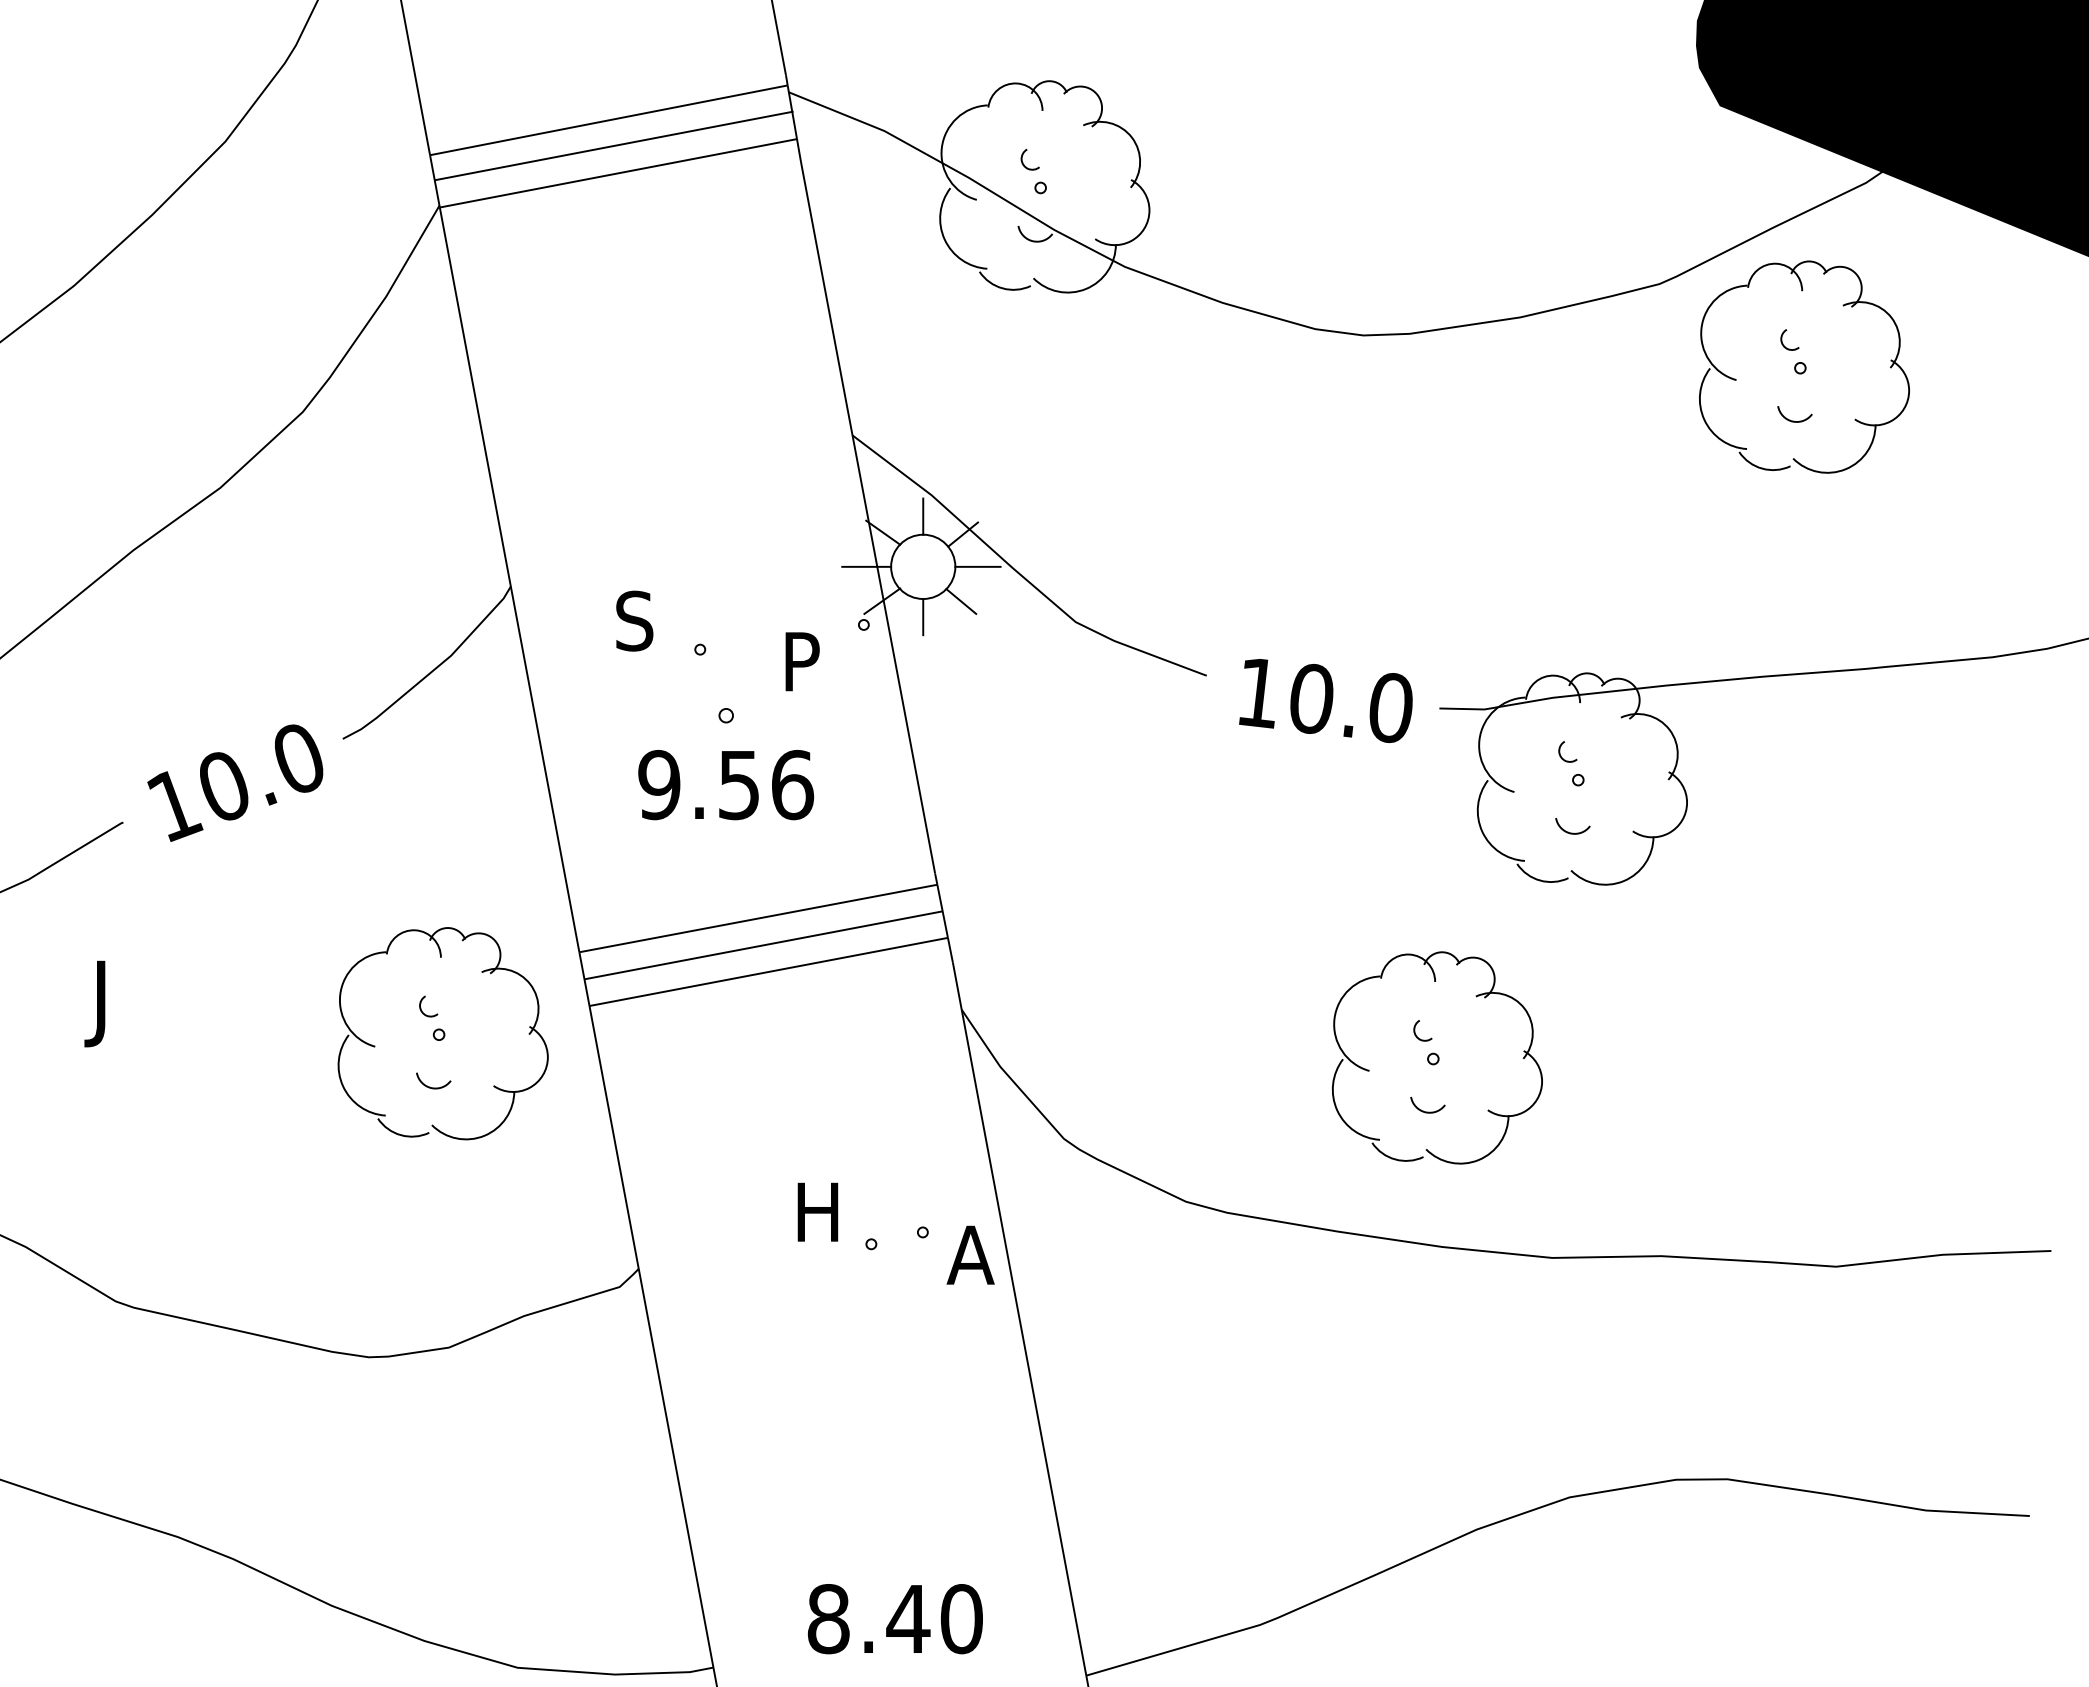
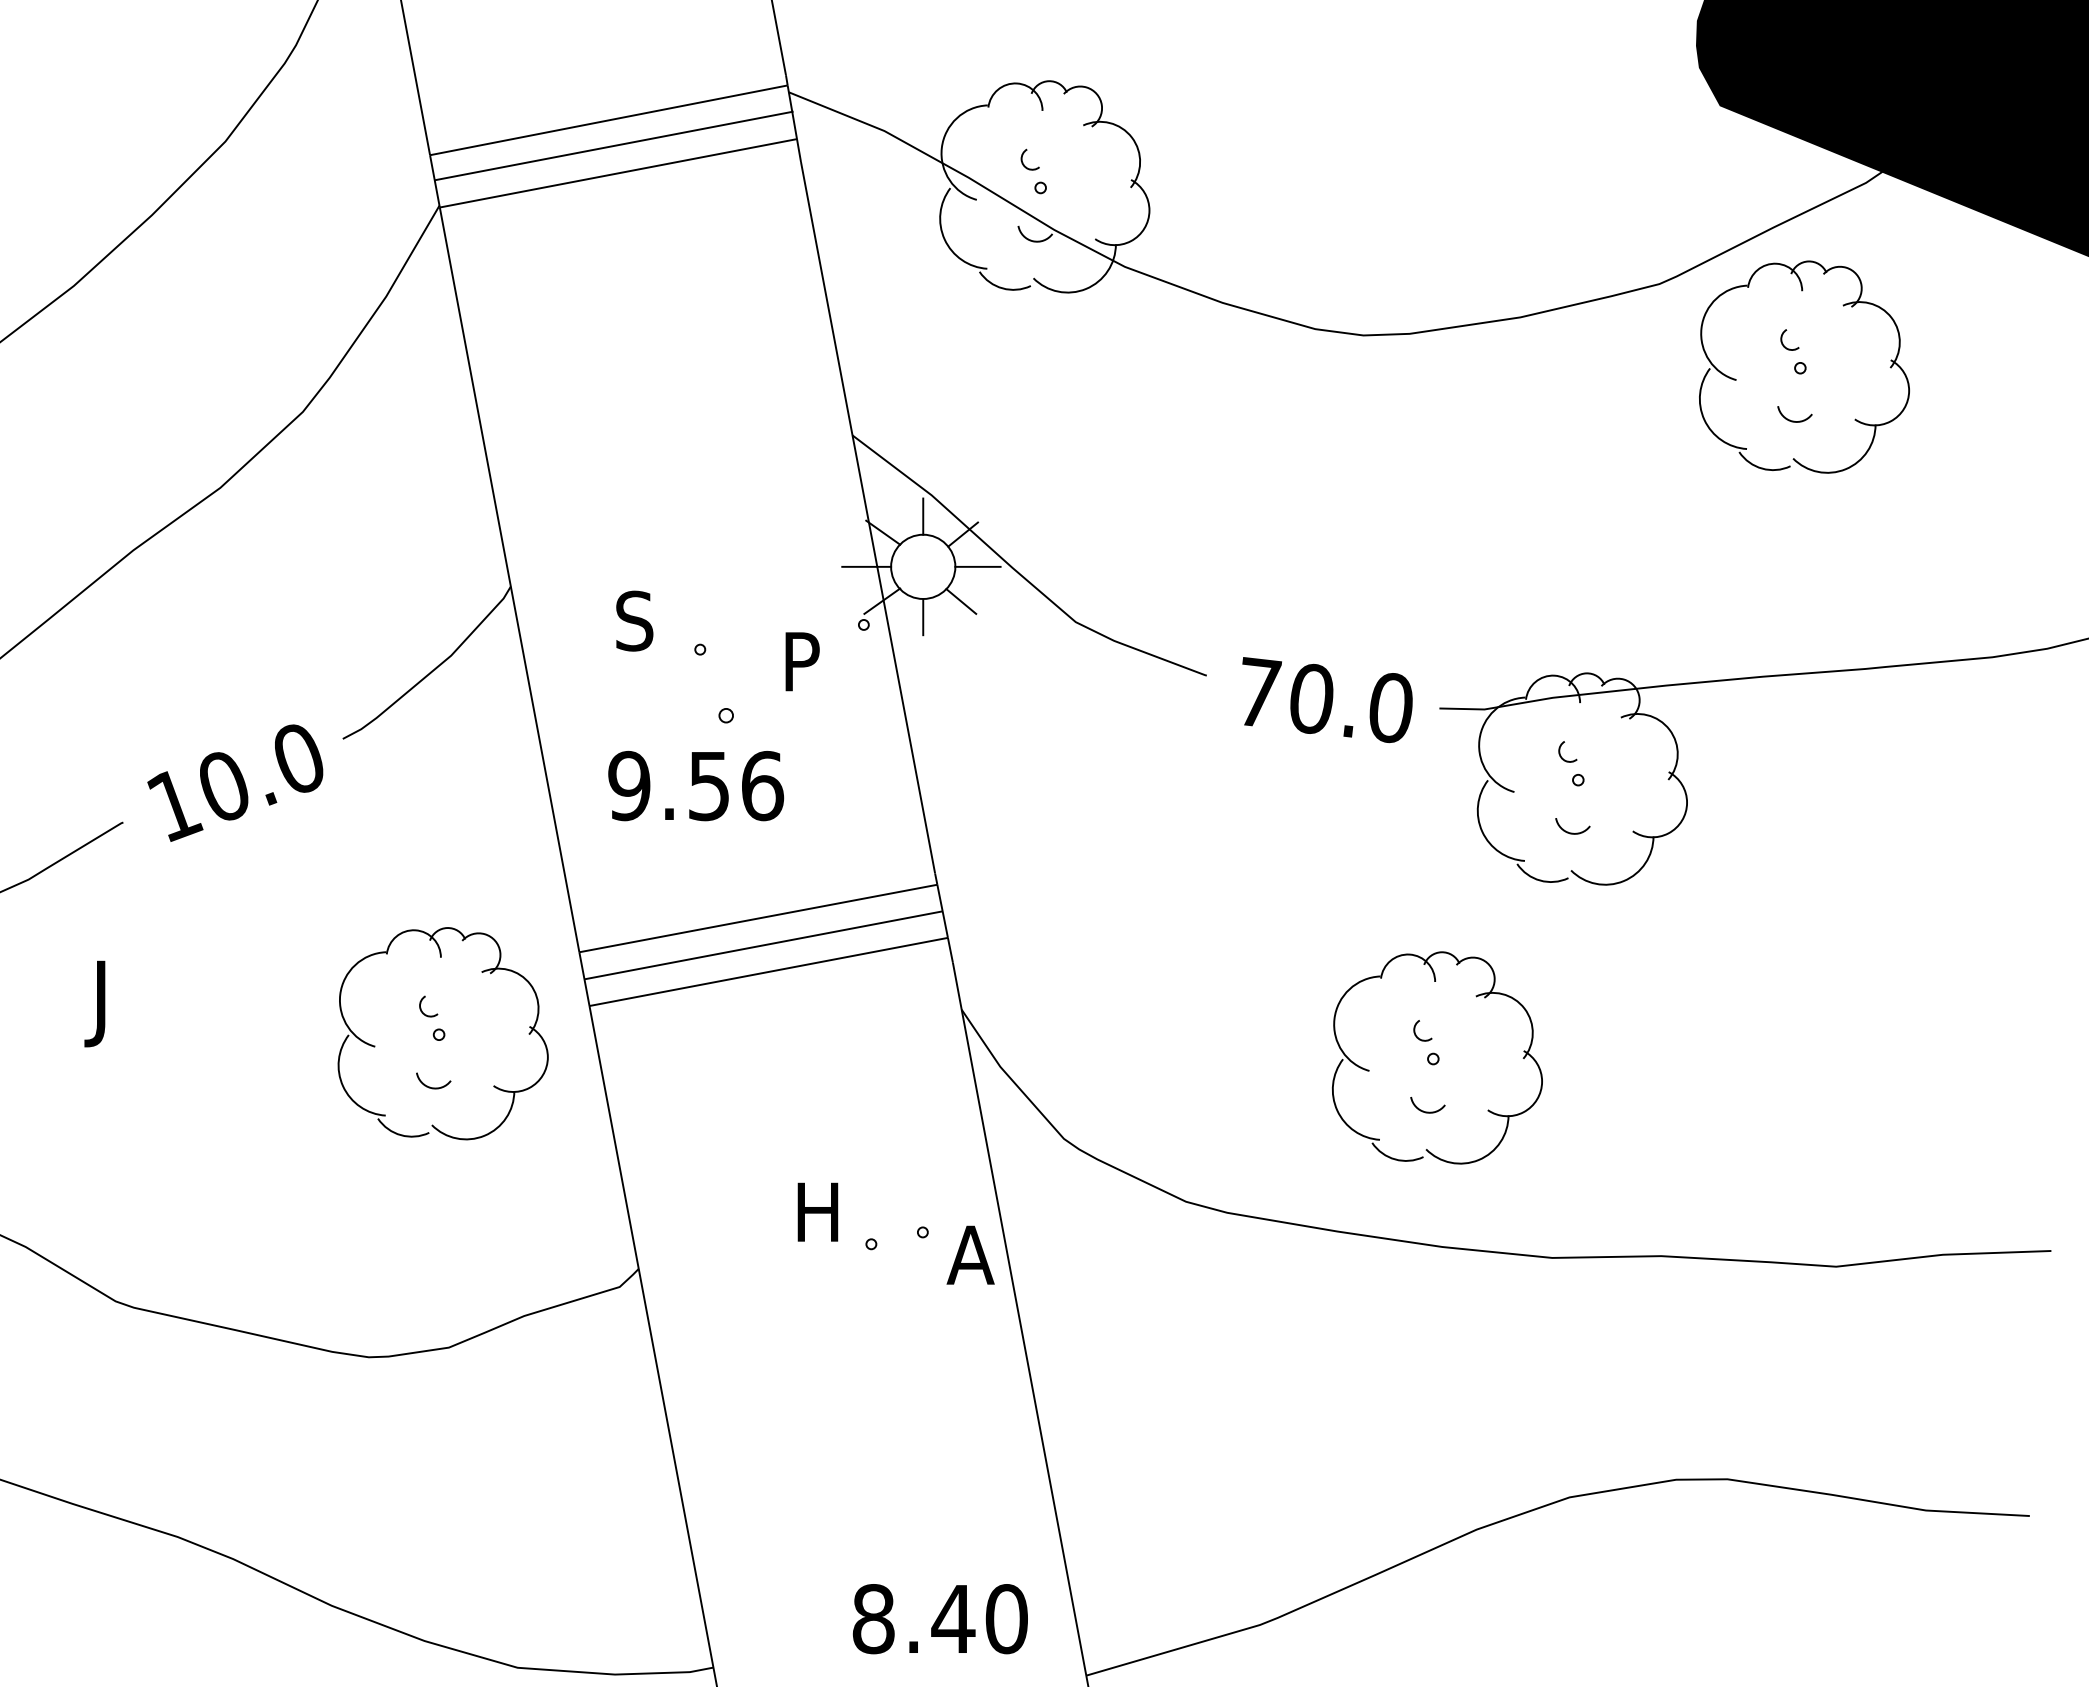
text at (1260, 692): 10.0 -> 70.0
text at (726, 785) position: (726, 785) -> (696, 786)
text at (894, 1619) position: (894, 1619) -> (939, 1619)
